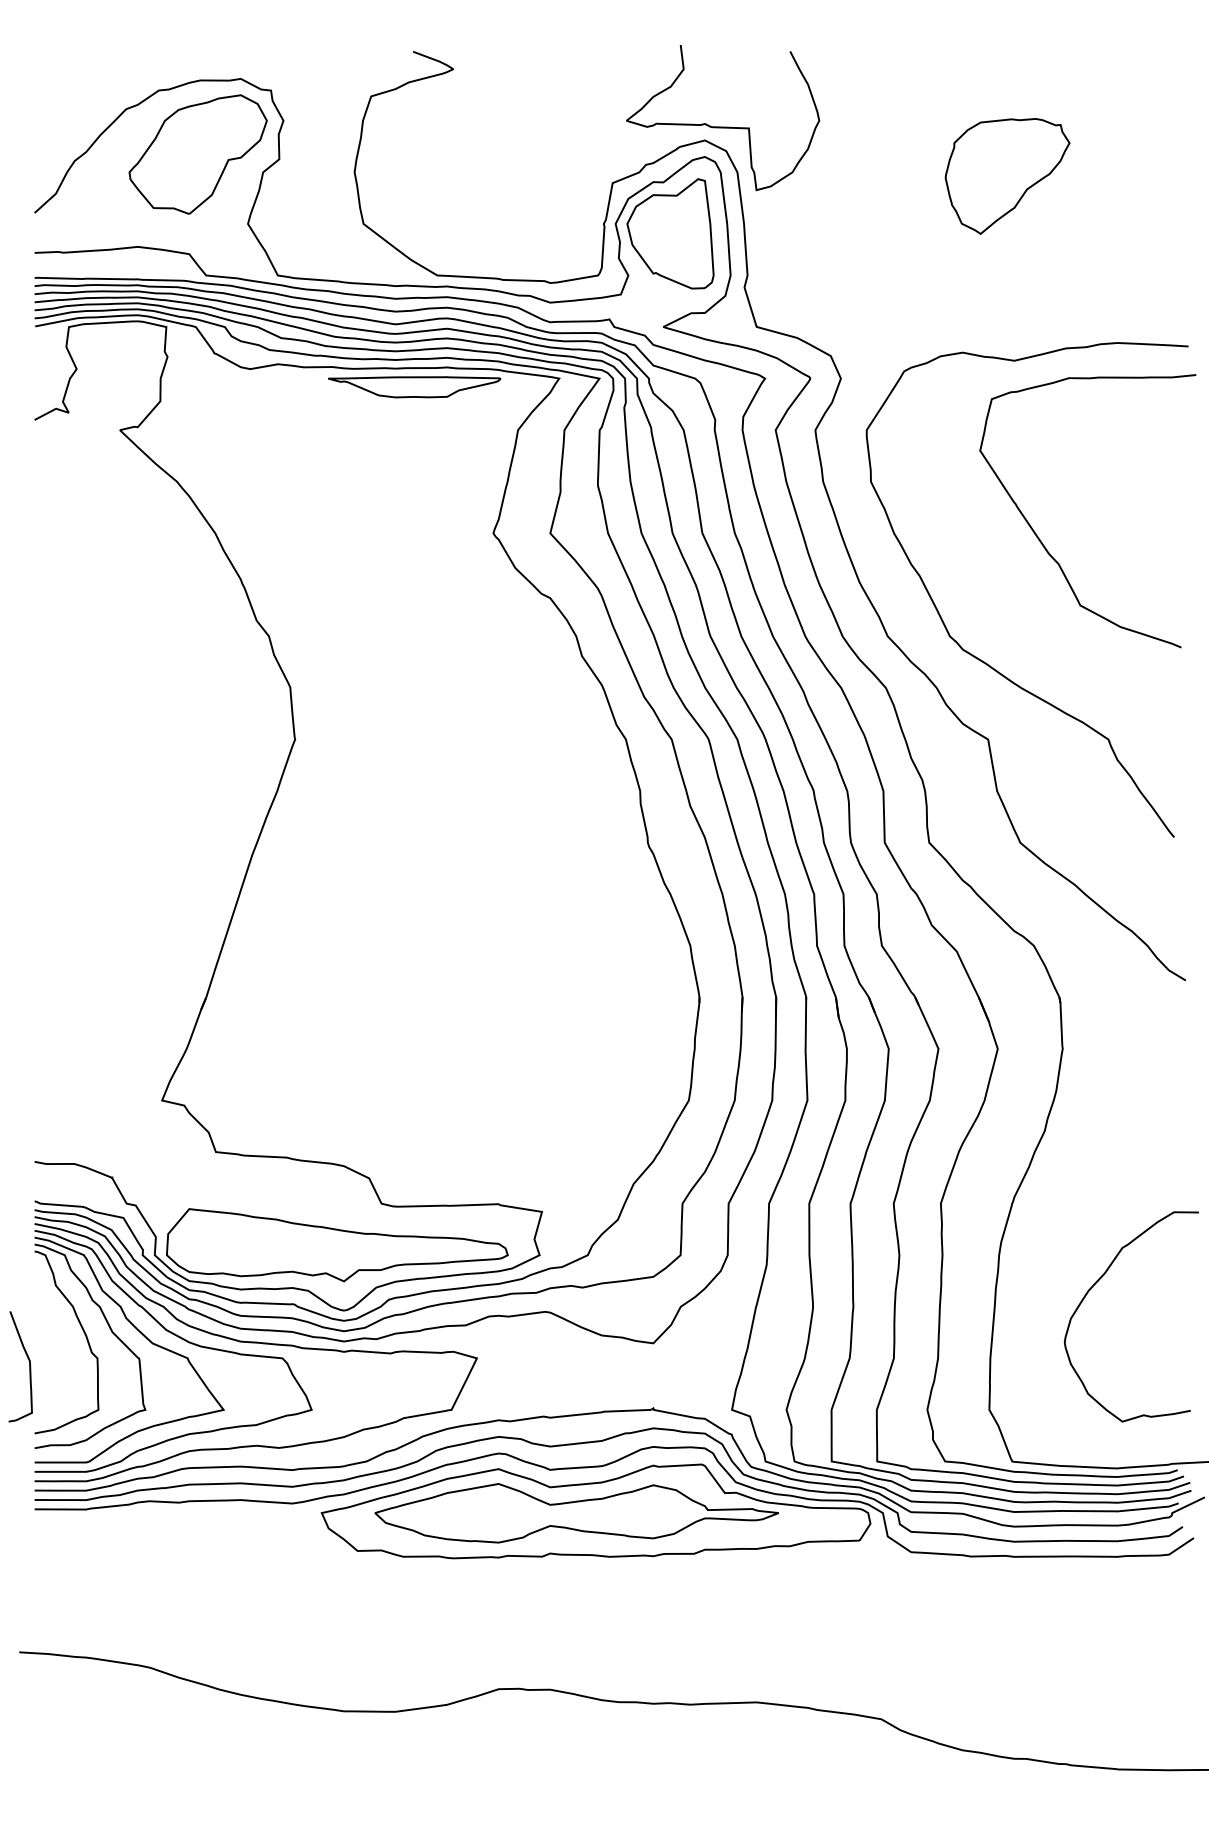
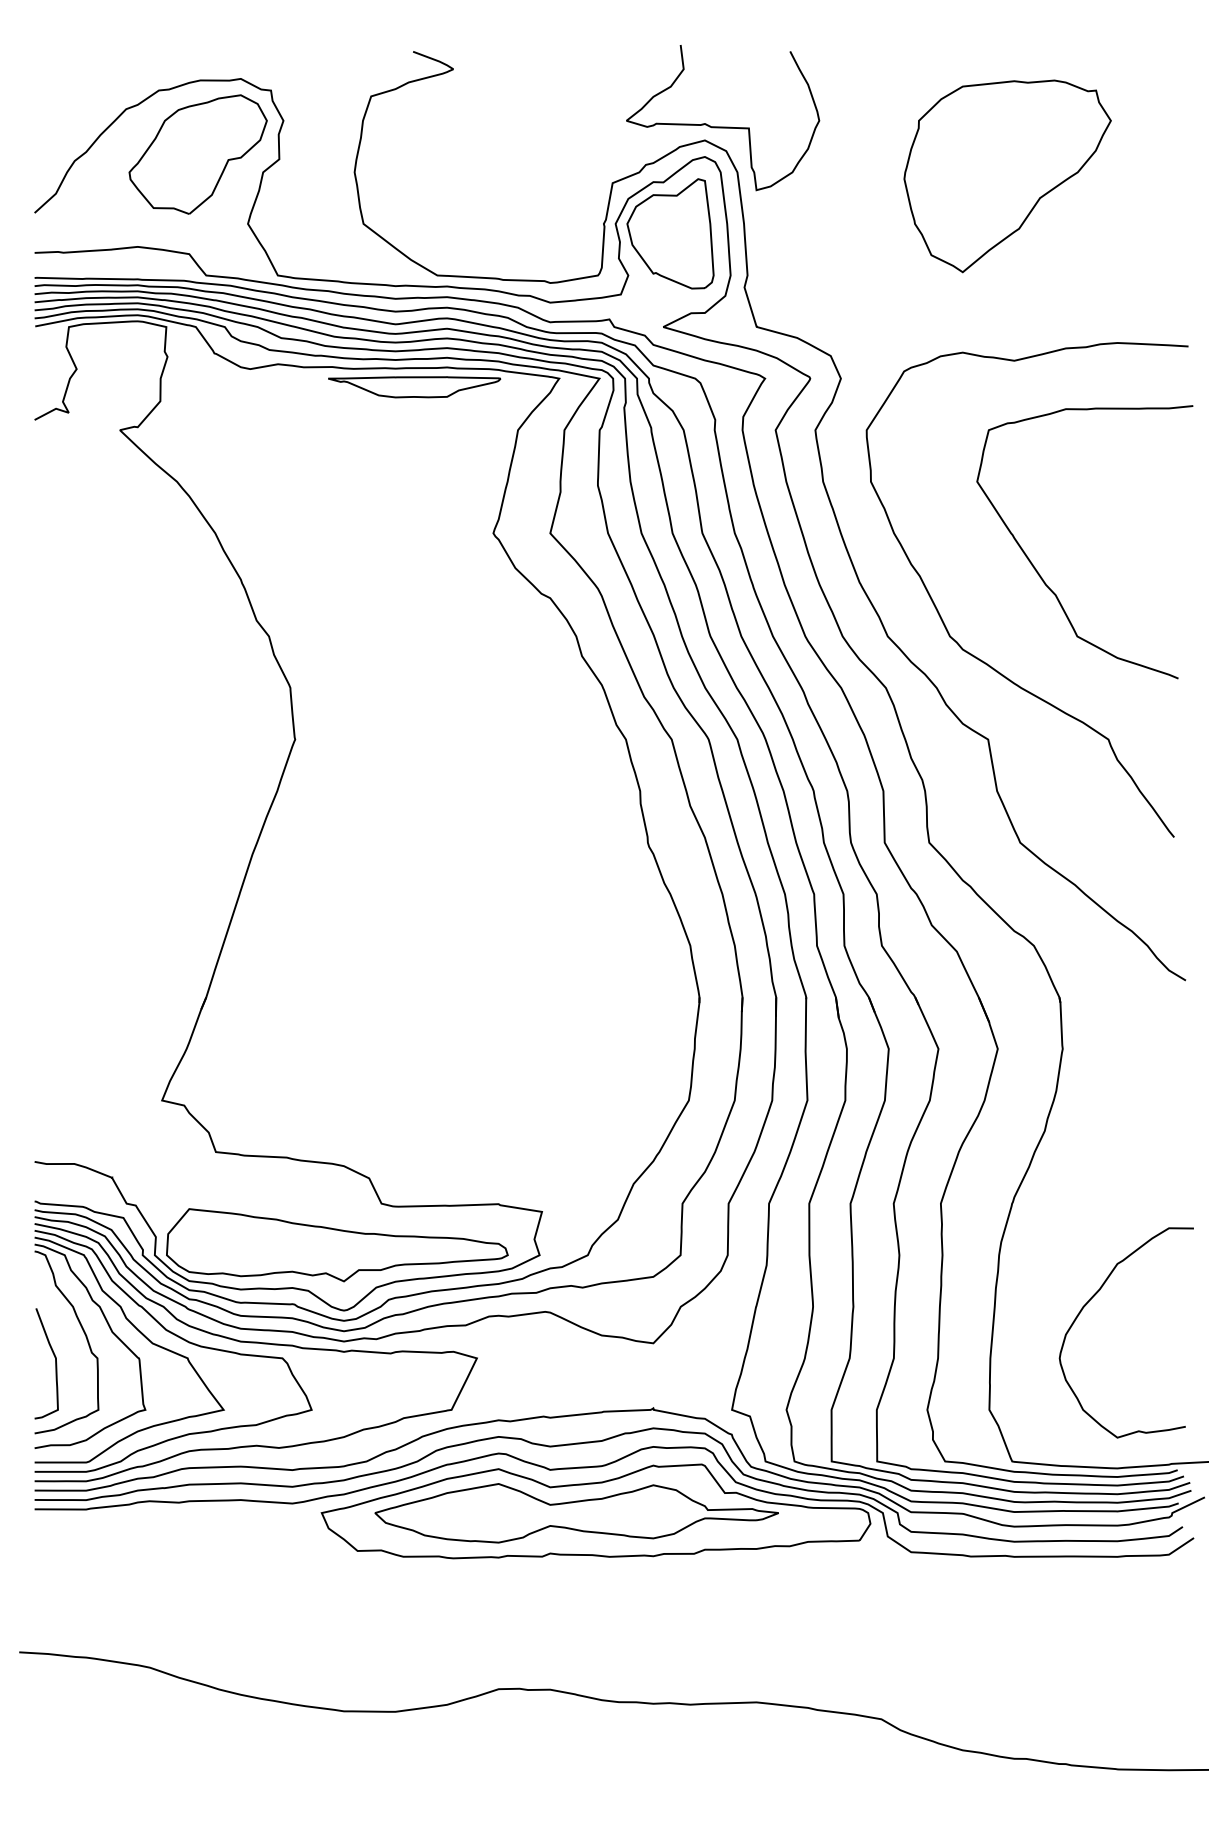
part at (1007, 176) size: 127x117 px -> 209x195 px
curve at (1043, 543) position: (1043, 543) -> (1040, 574)
curve at (1092, 1288) position: (1092, 1288) -> (1087, 1304)
curve at (29, 1366) position: (29, 1366) -> (55, 1363)
